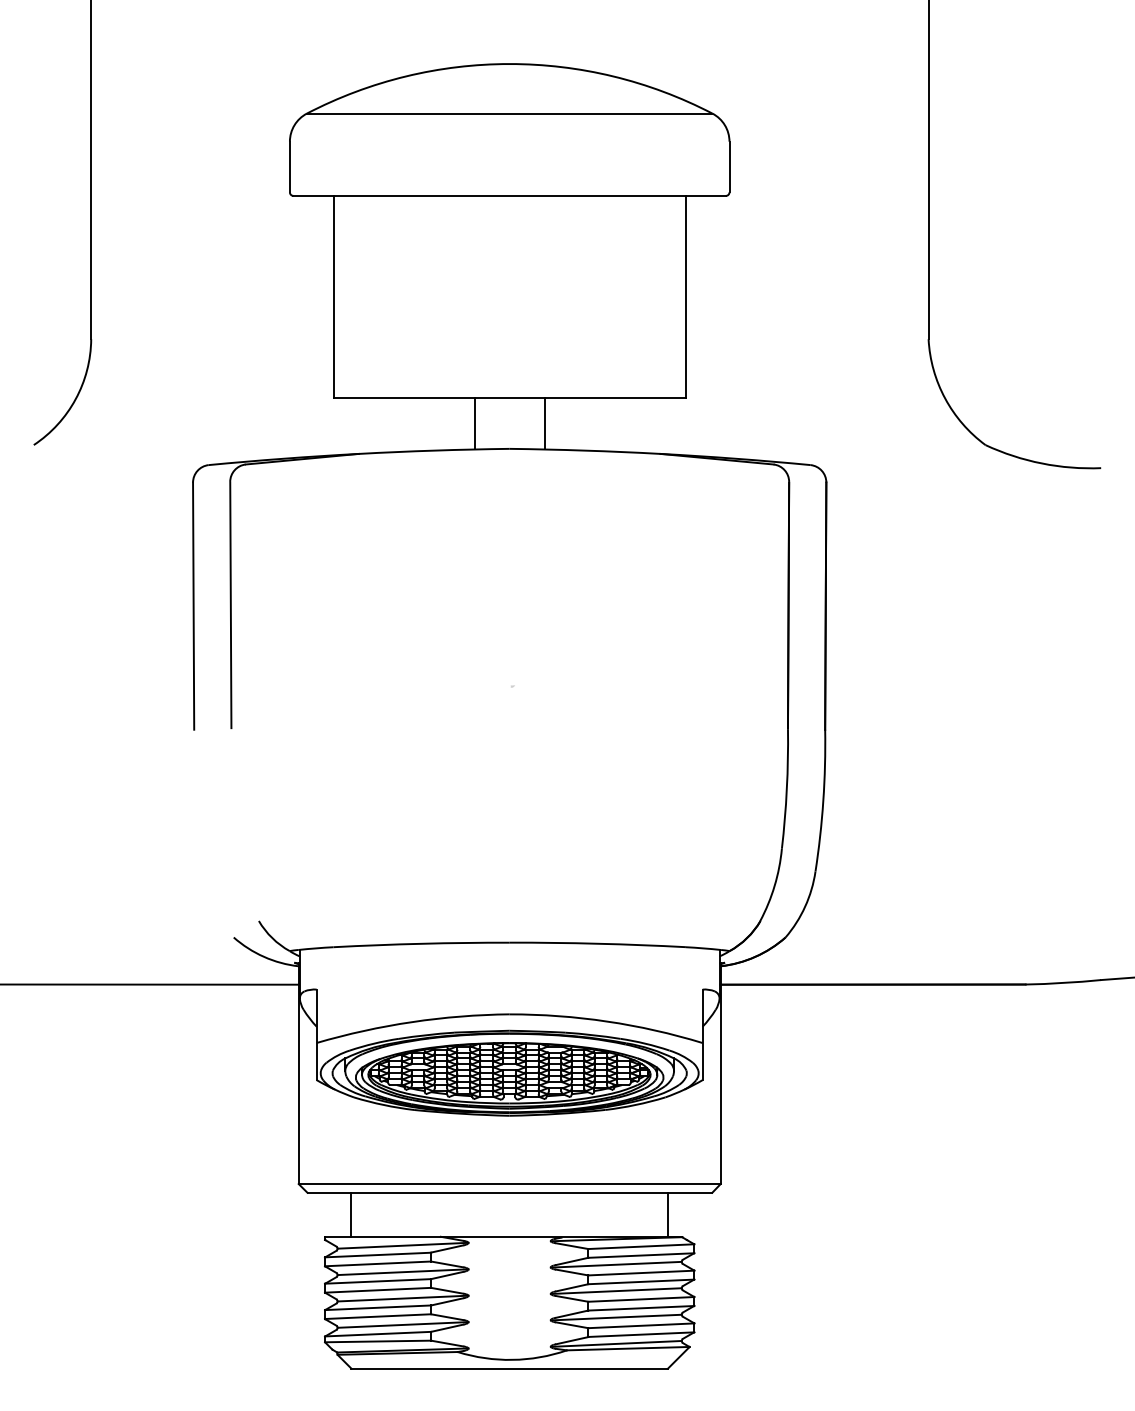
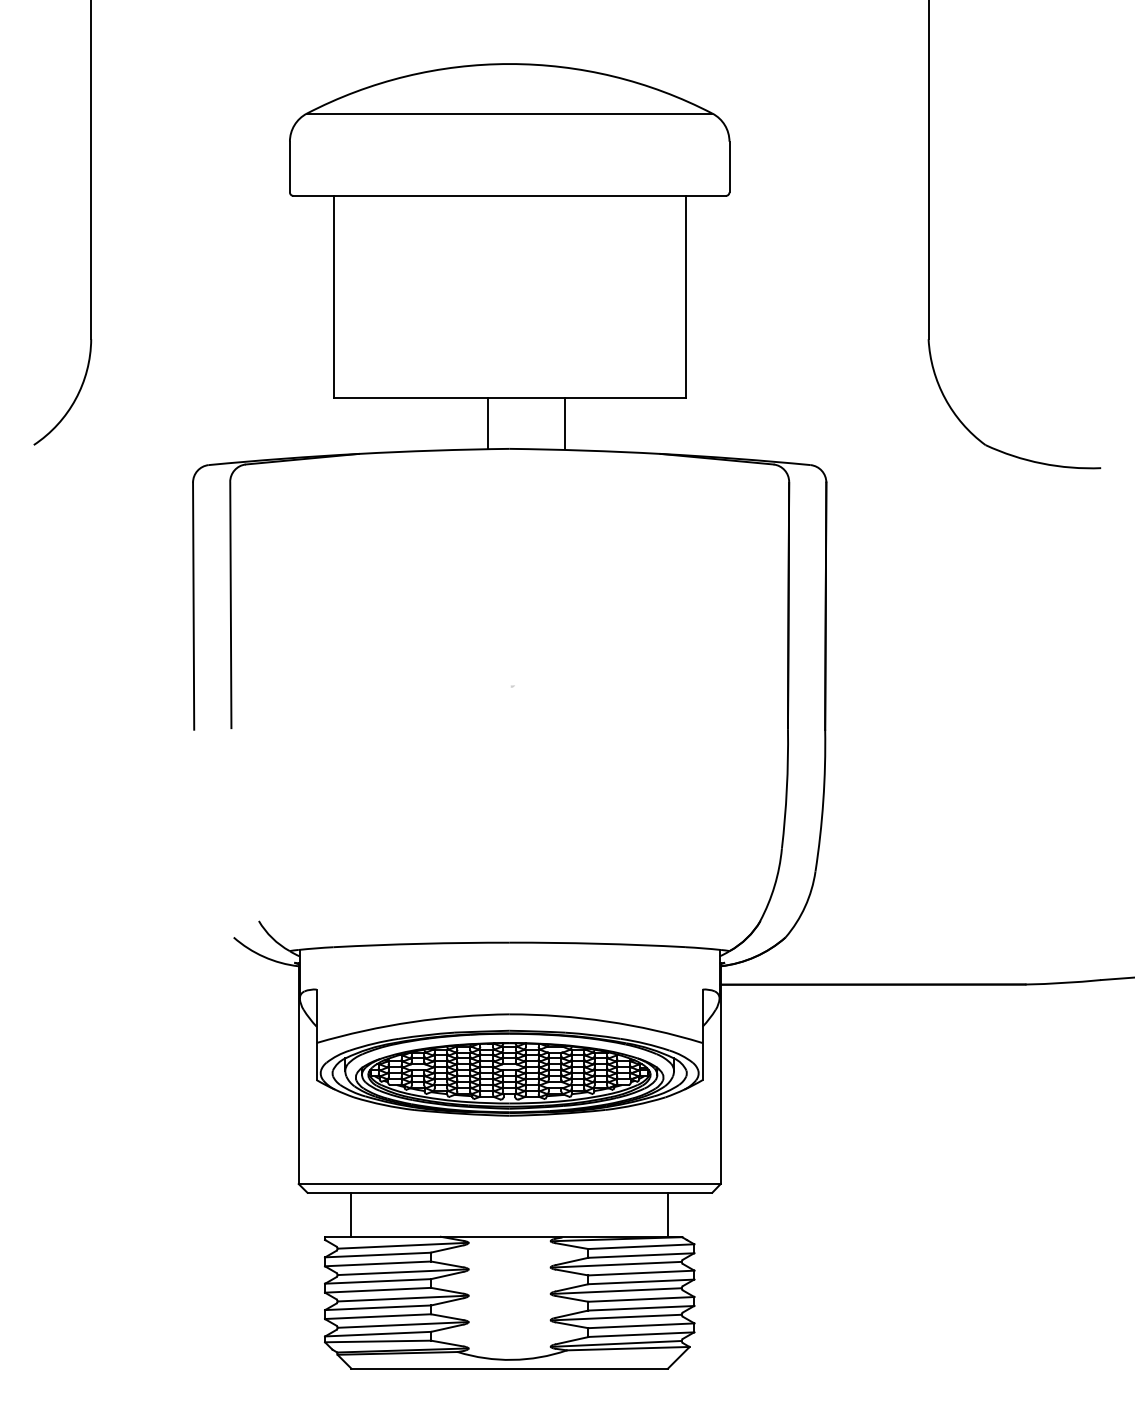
line at (474, 423) position: (474, 423) -> (487, 423)
line at (544, 423) position: (544, 423) -> (564, 423)
line at (150, 984): present -> none
